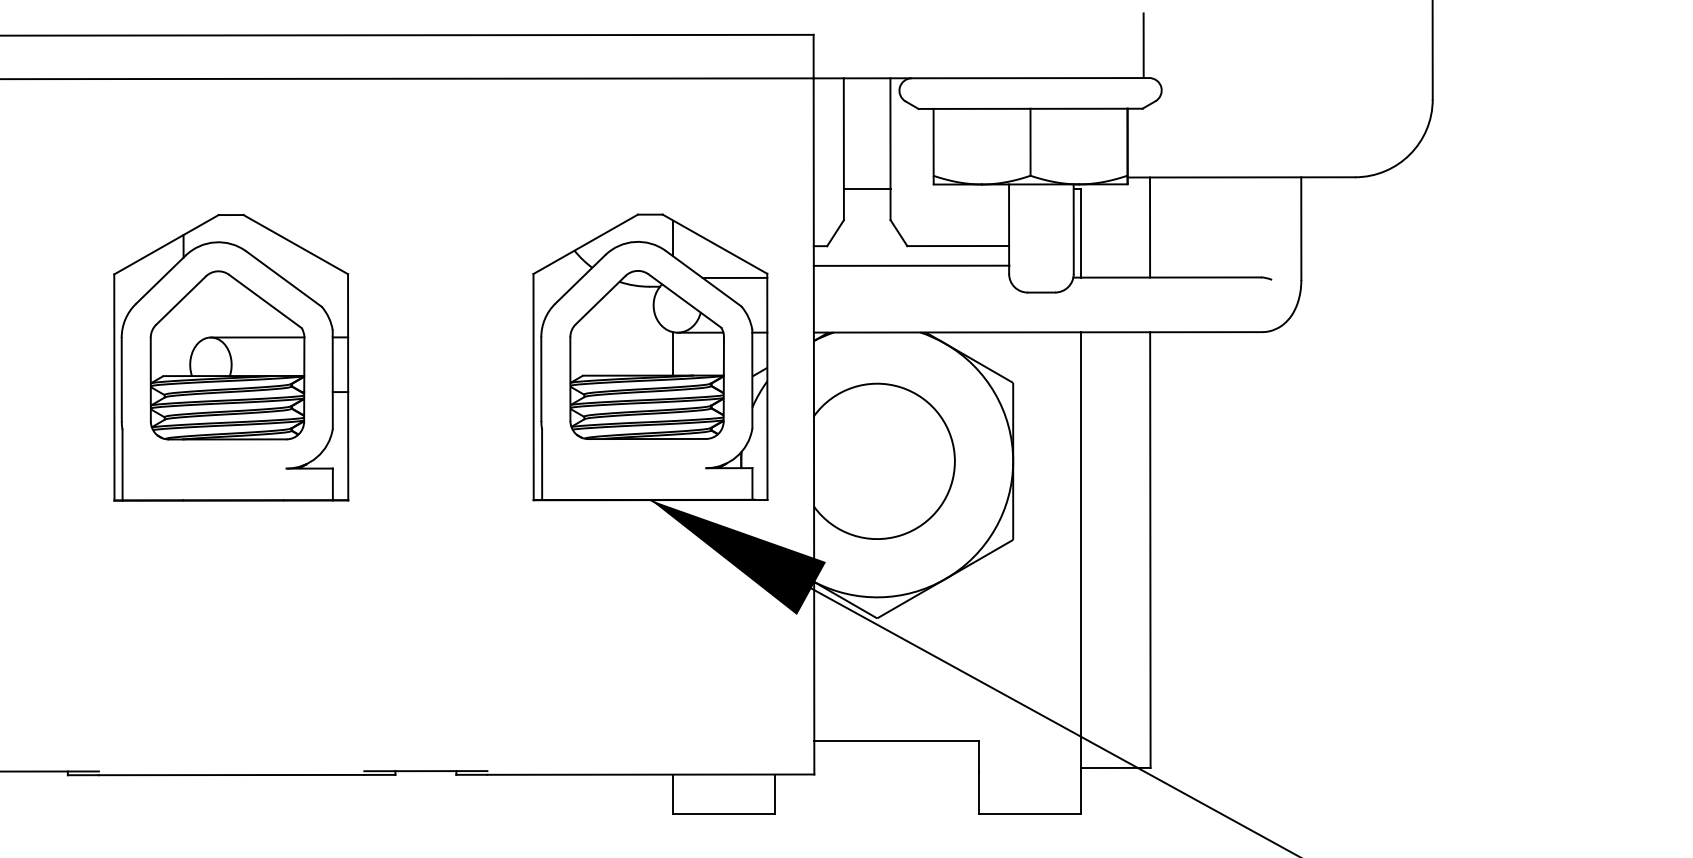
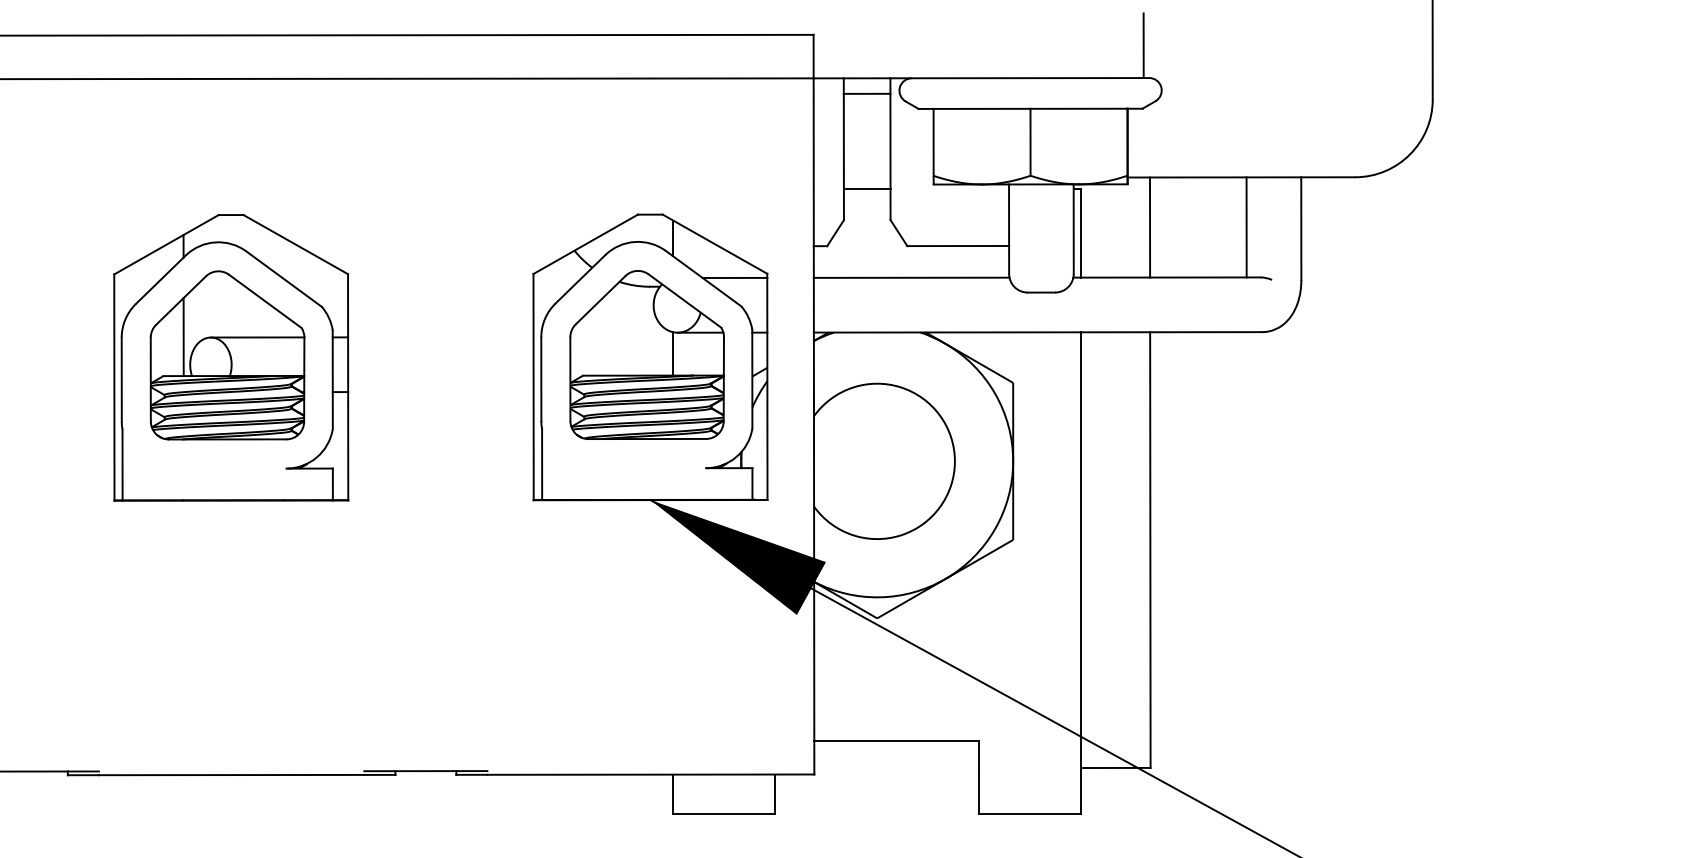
line at (866, 93): none -> present
line at (1246, 227): none -> present
line at (911, 265) position: (911, 265) -> (911, 277)
line at (183, 337): none -> present
